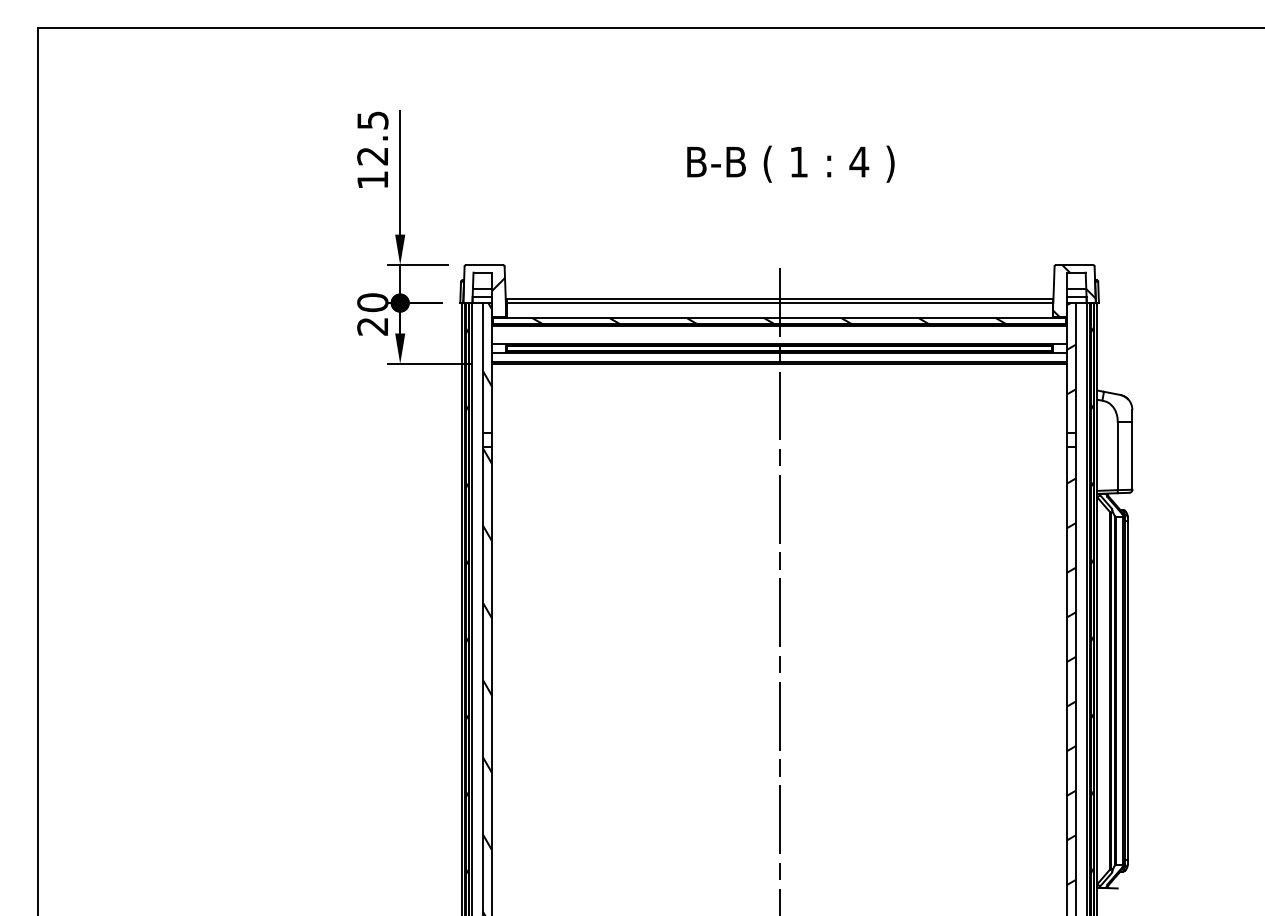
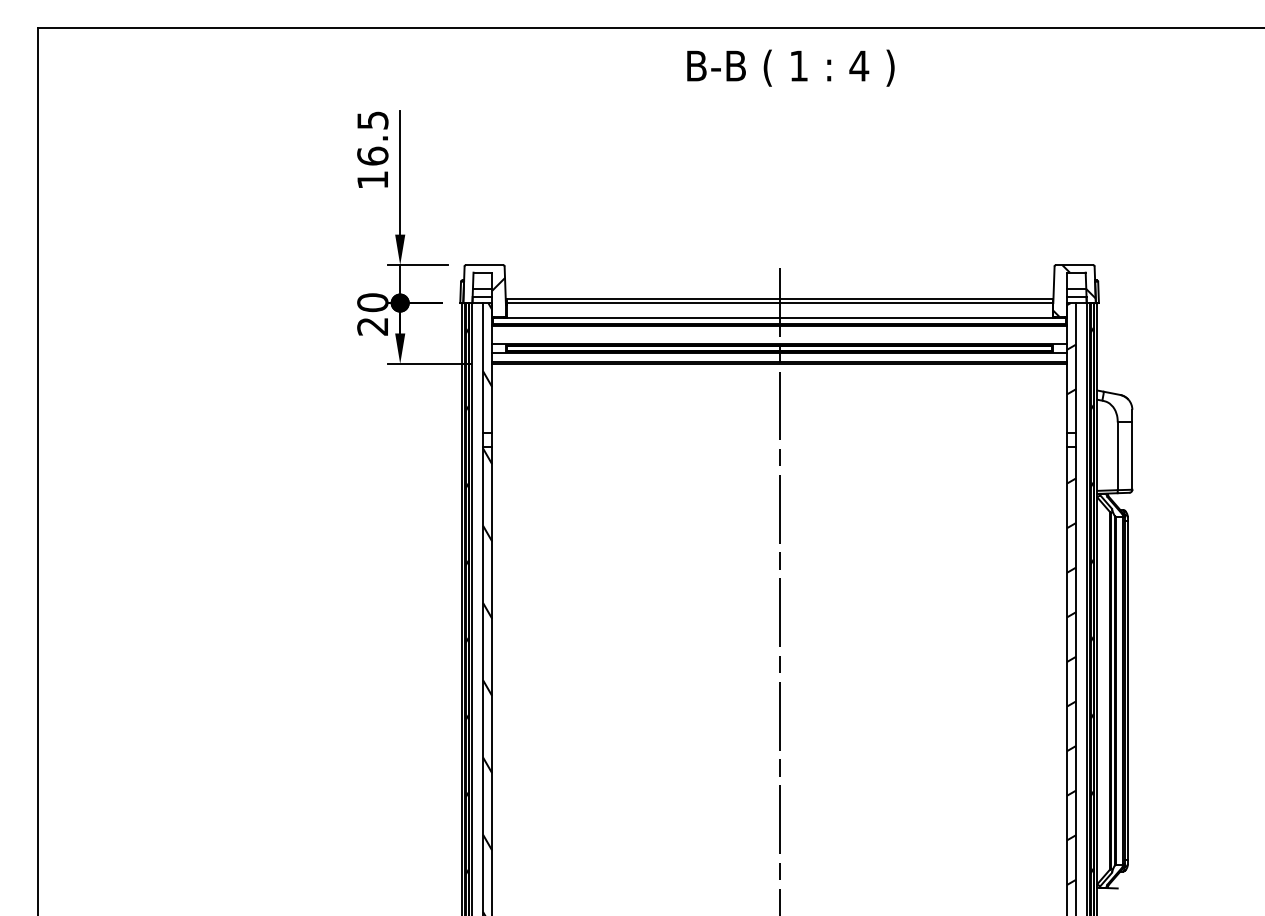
text at (372, 155): 12.5 -> 16.5
text at (790, 163) position: (790, 163) -> (790, 67)
hatch at (769, 321): present -> none
